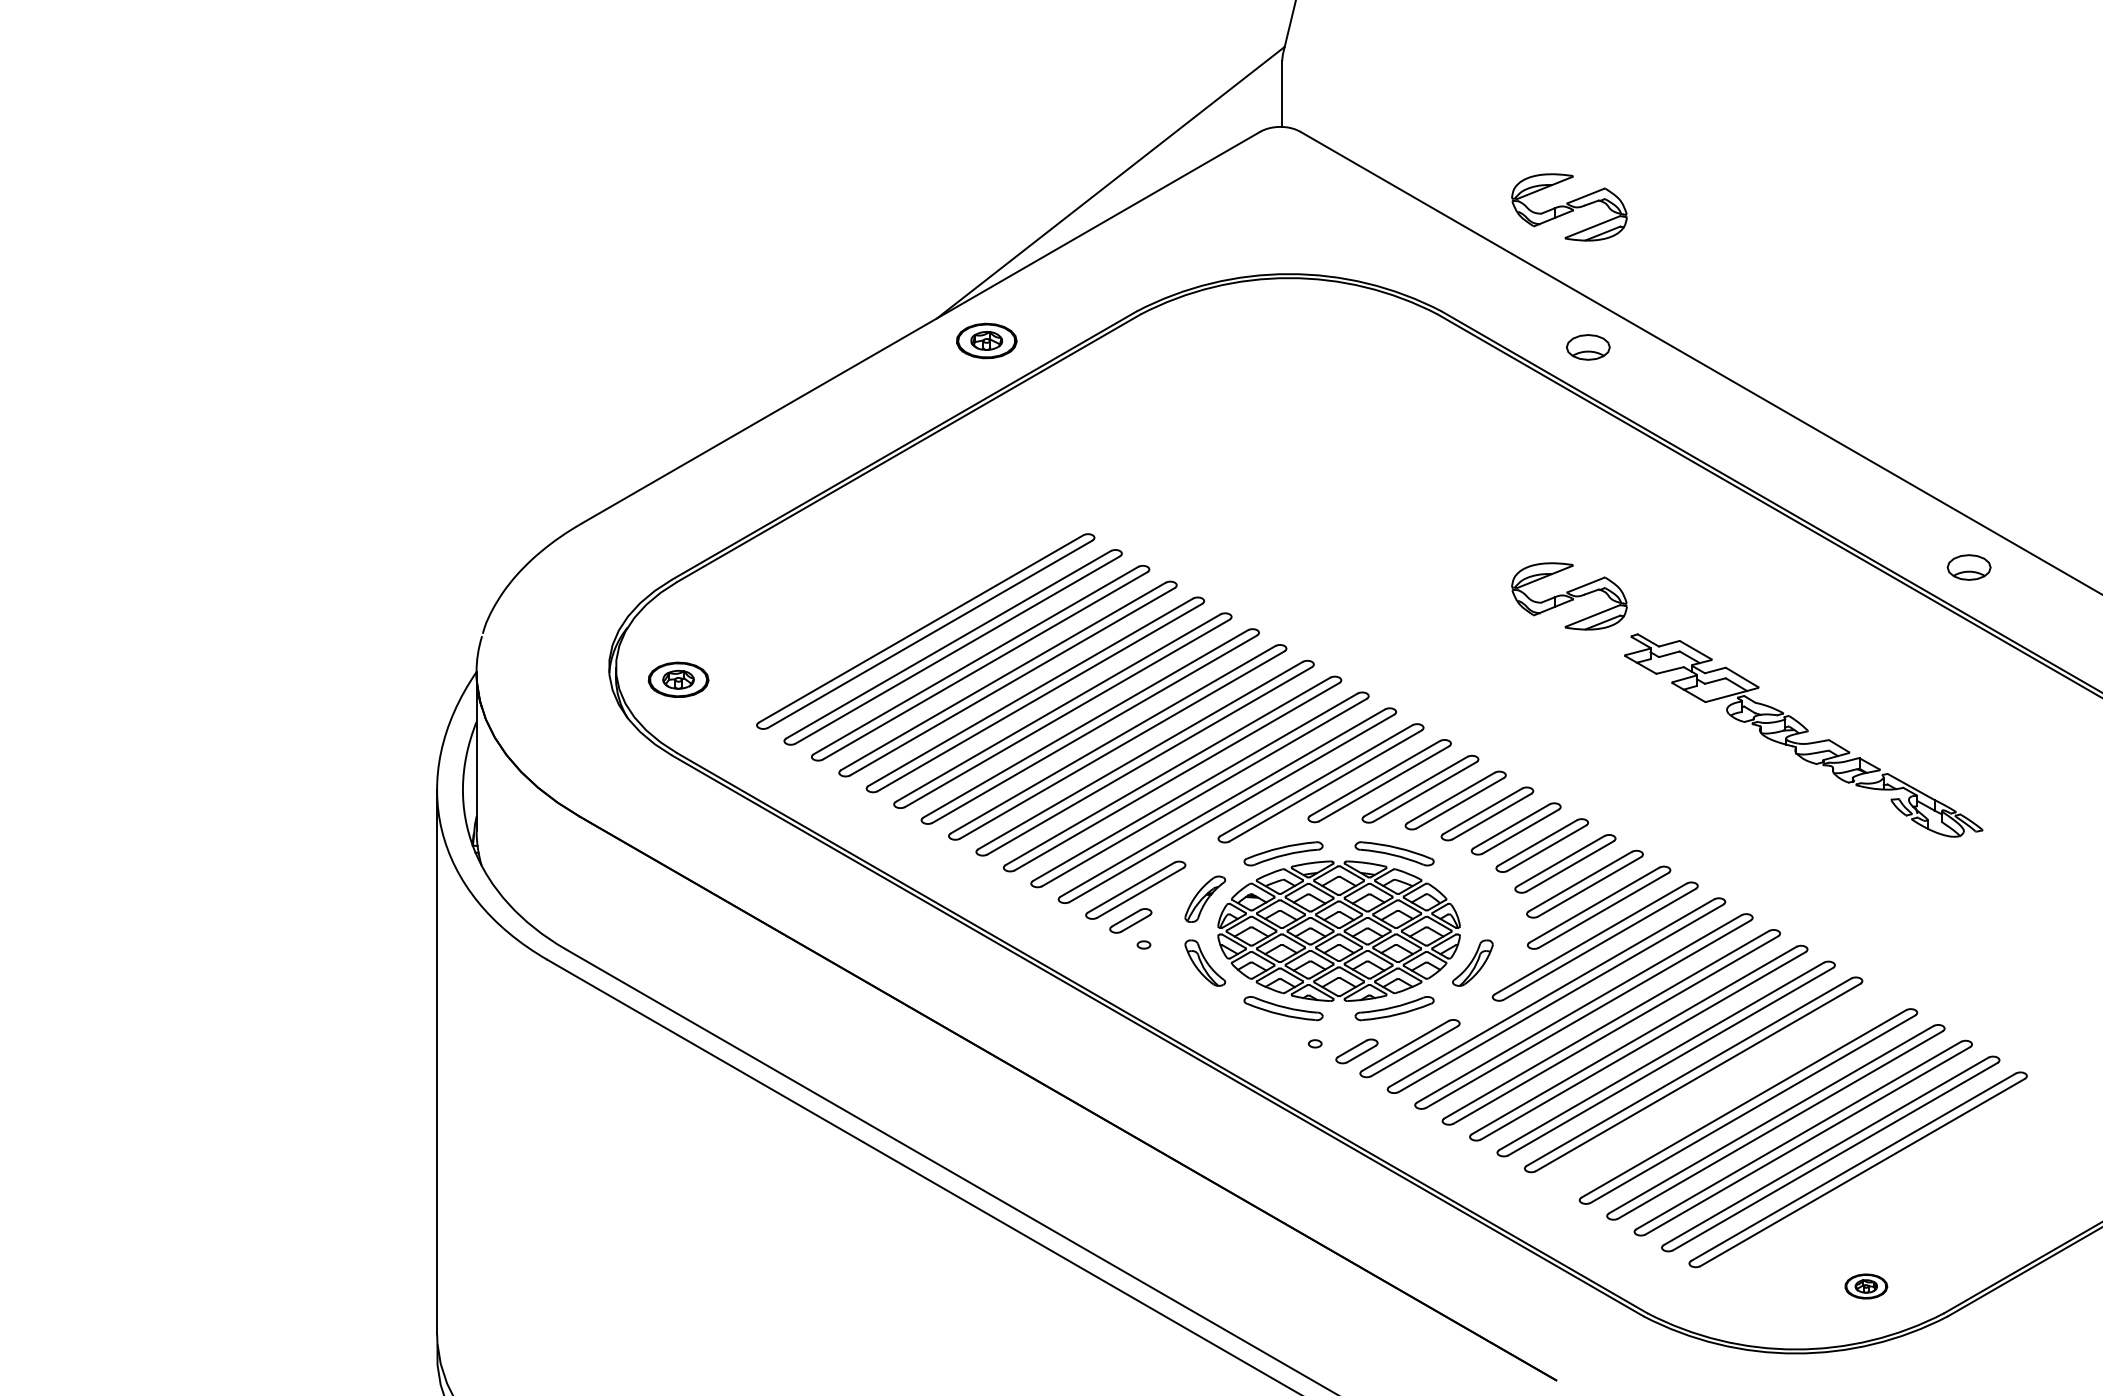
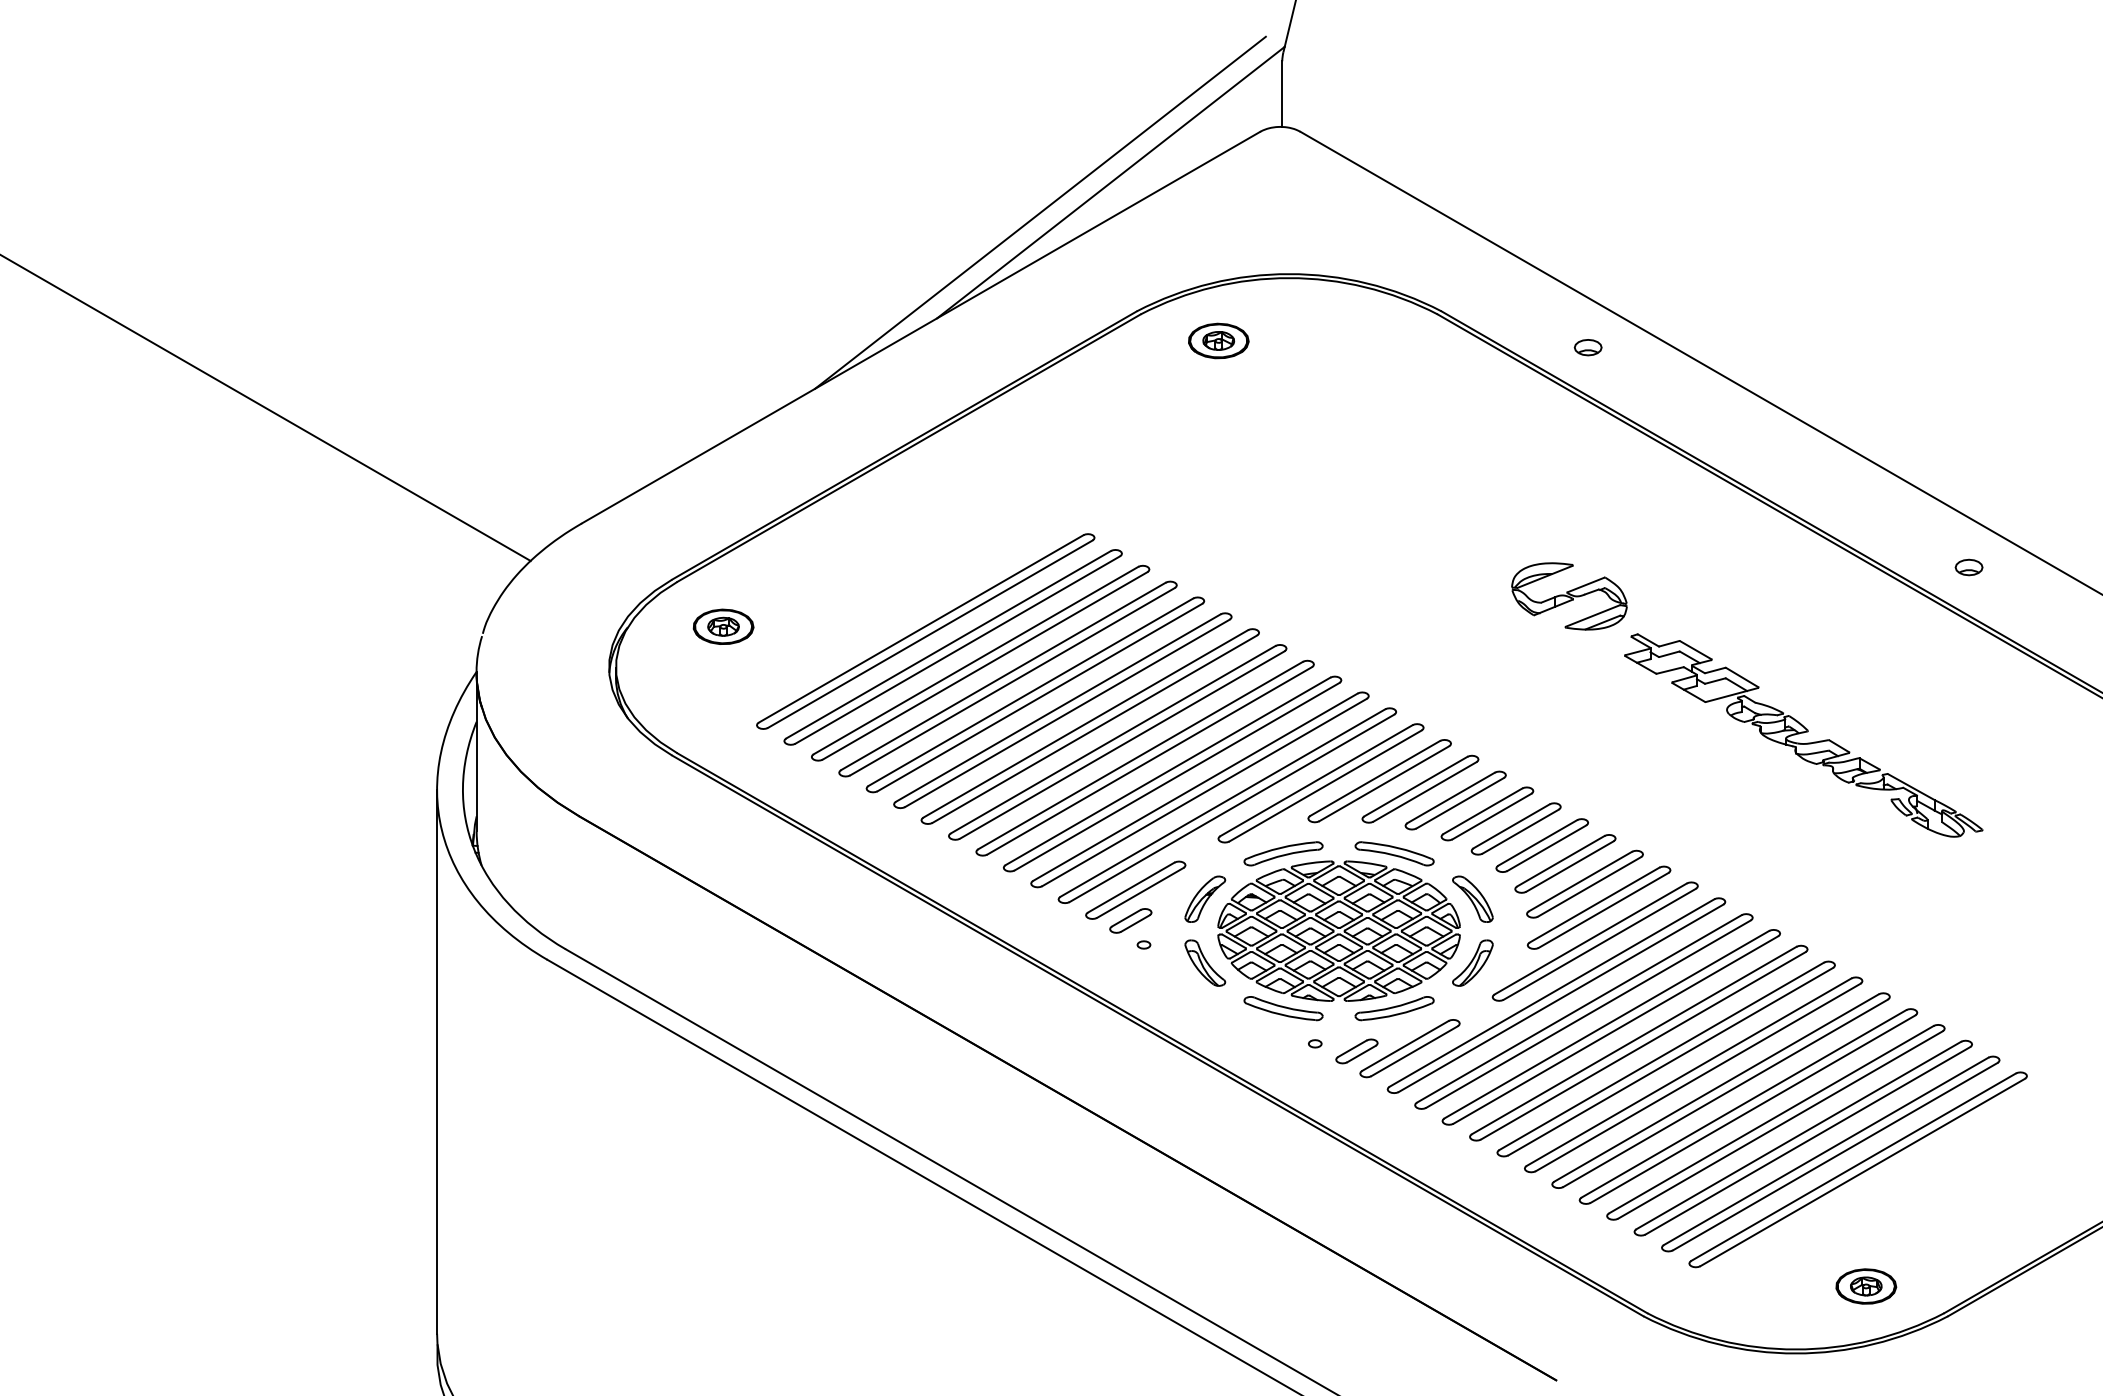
part at (1569, 207): present -> none
line at (1040, 212): none -> present
part at (986, 340) position: (986, 340) -> (1218, 340)
part at (1587, 347) size: 46x27 px -> 30x18 px
line at (266, 408): none -> present
part at (1968, 567) size: 46x27 px -> 30x19 px
part at (678, 679) position: (678, 679) -> (723, 626)
part at (1472, 898): none -> present
part at (1720, 1090): none -> present
part at (1866, 1286) size: 45x27 px -> 63x37 px
